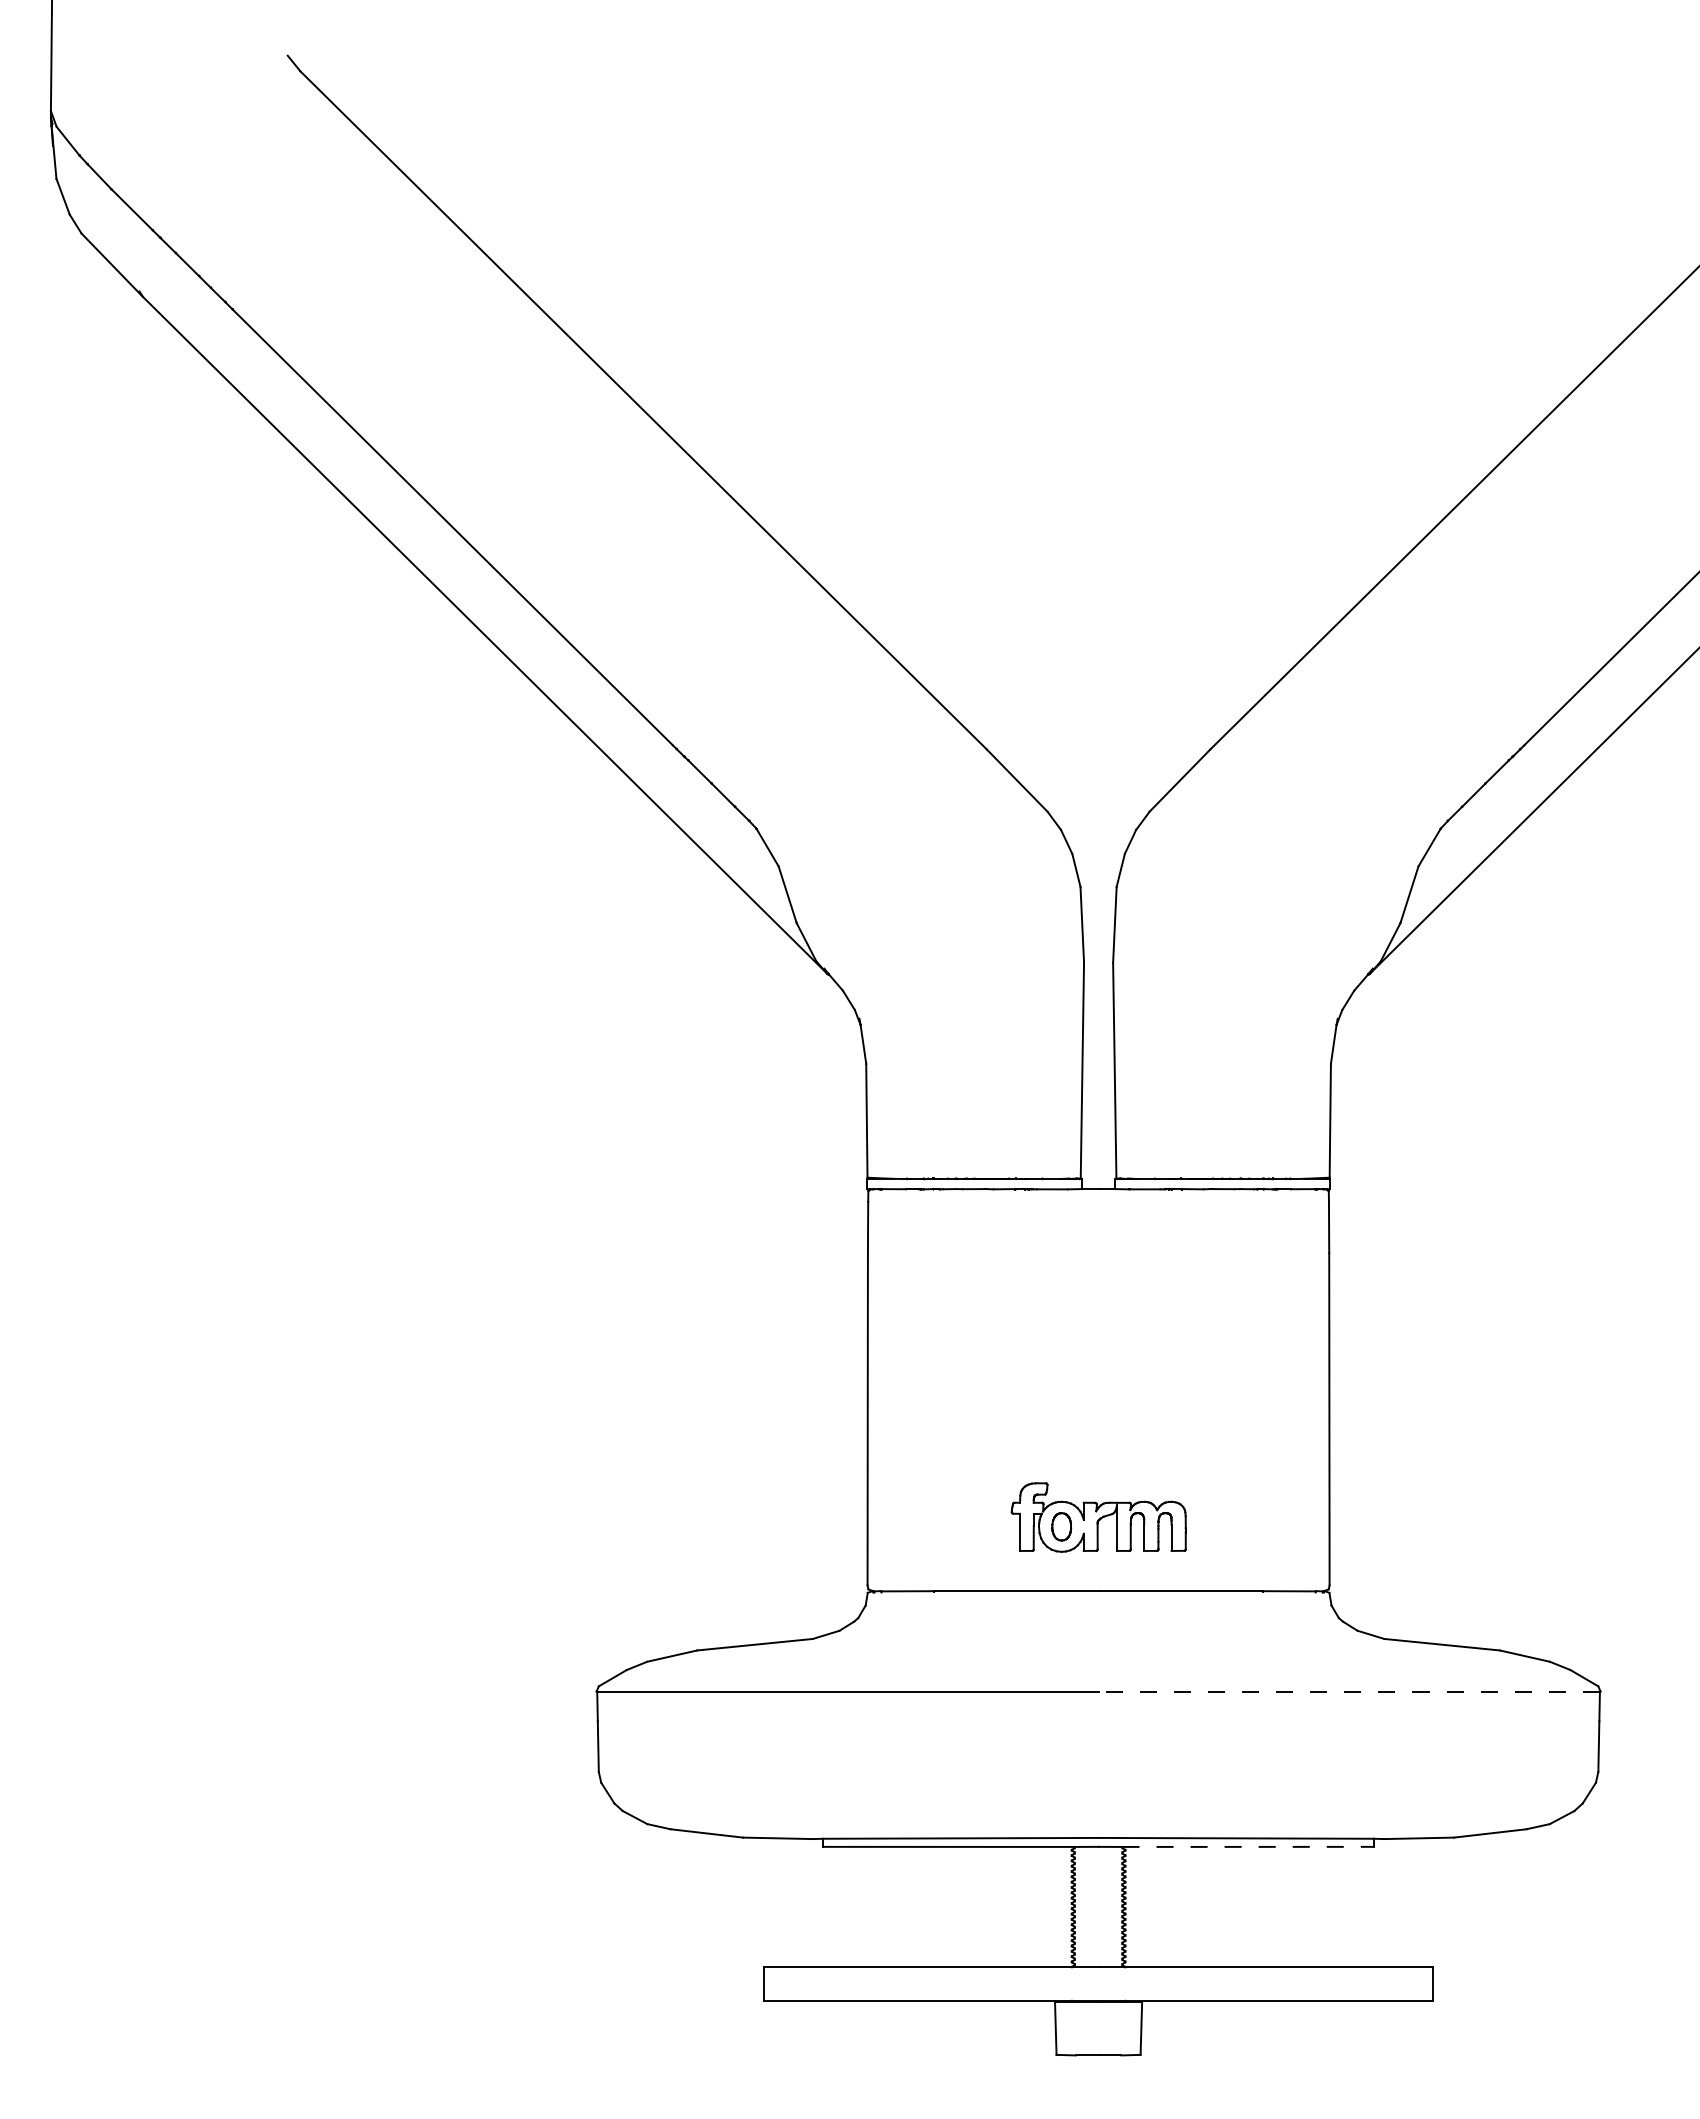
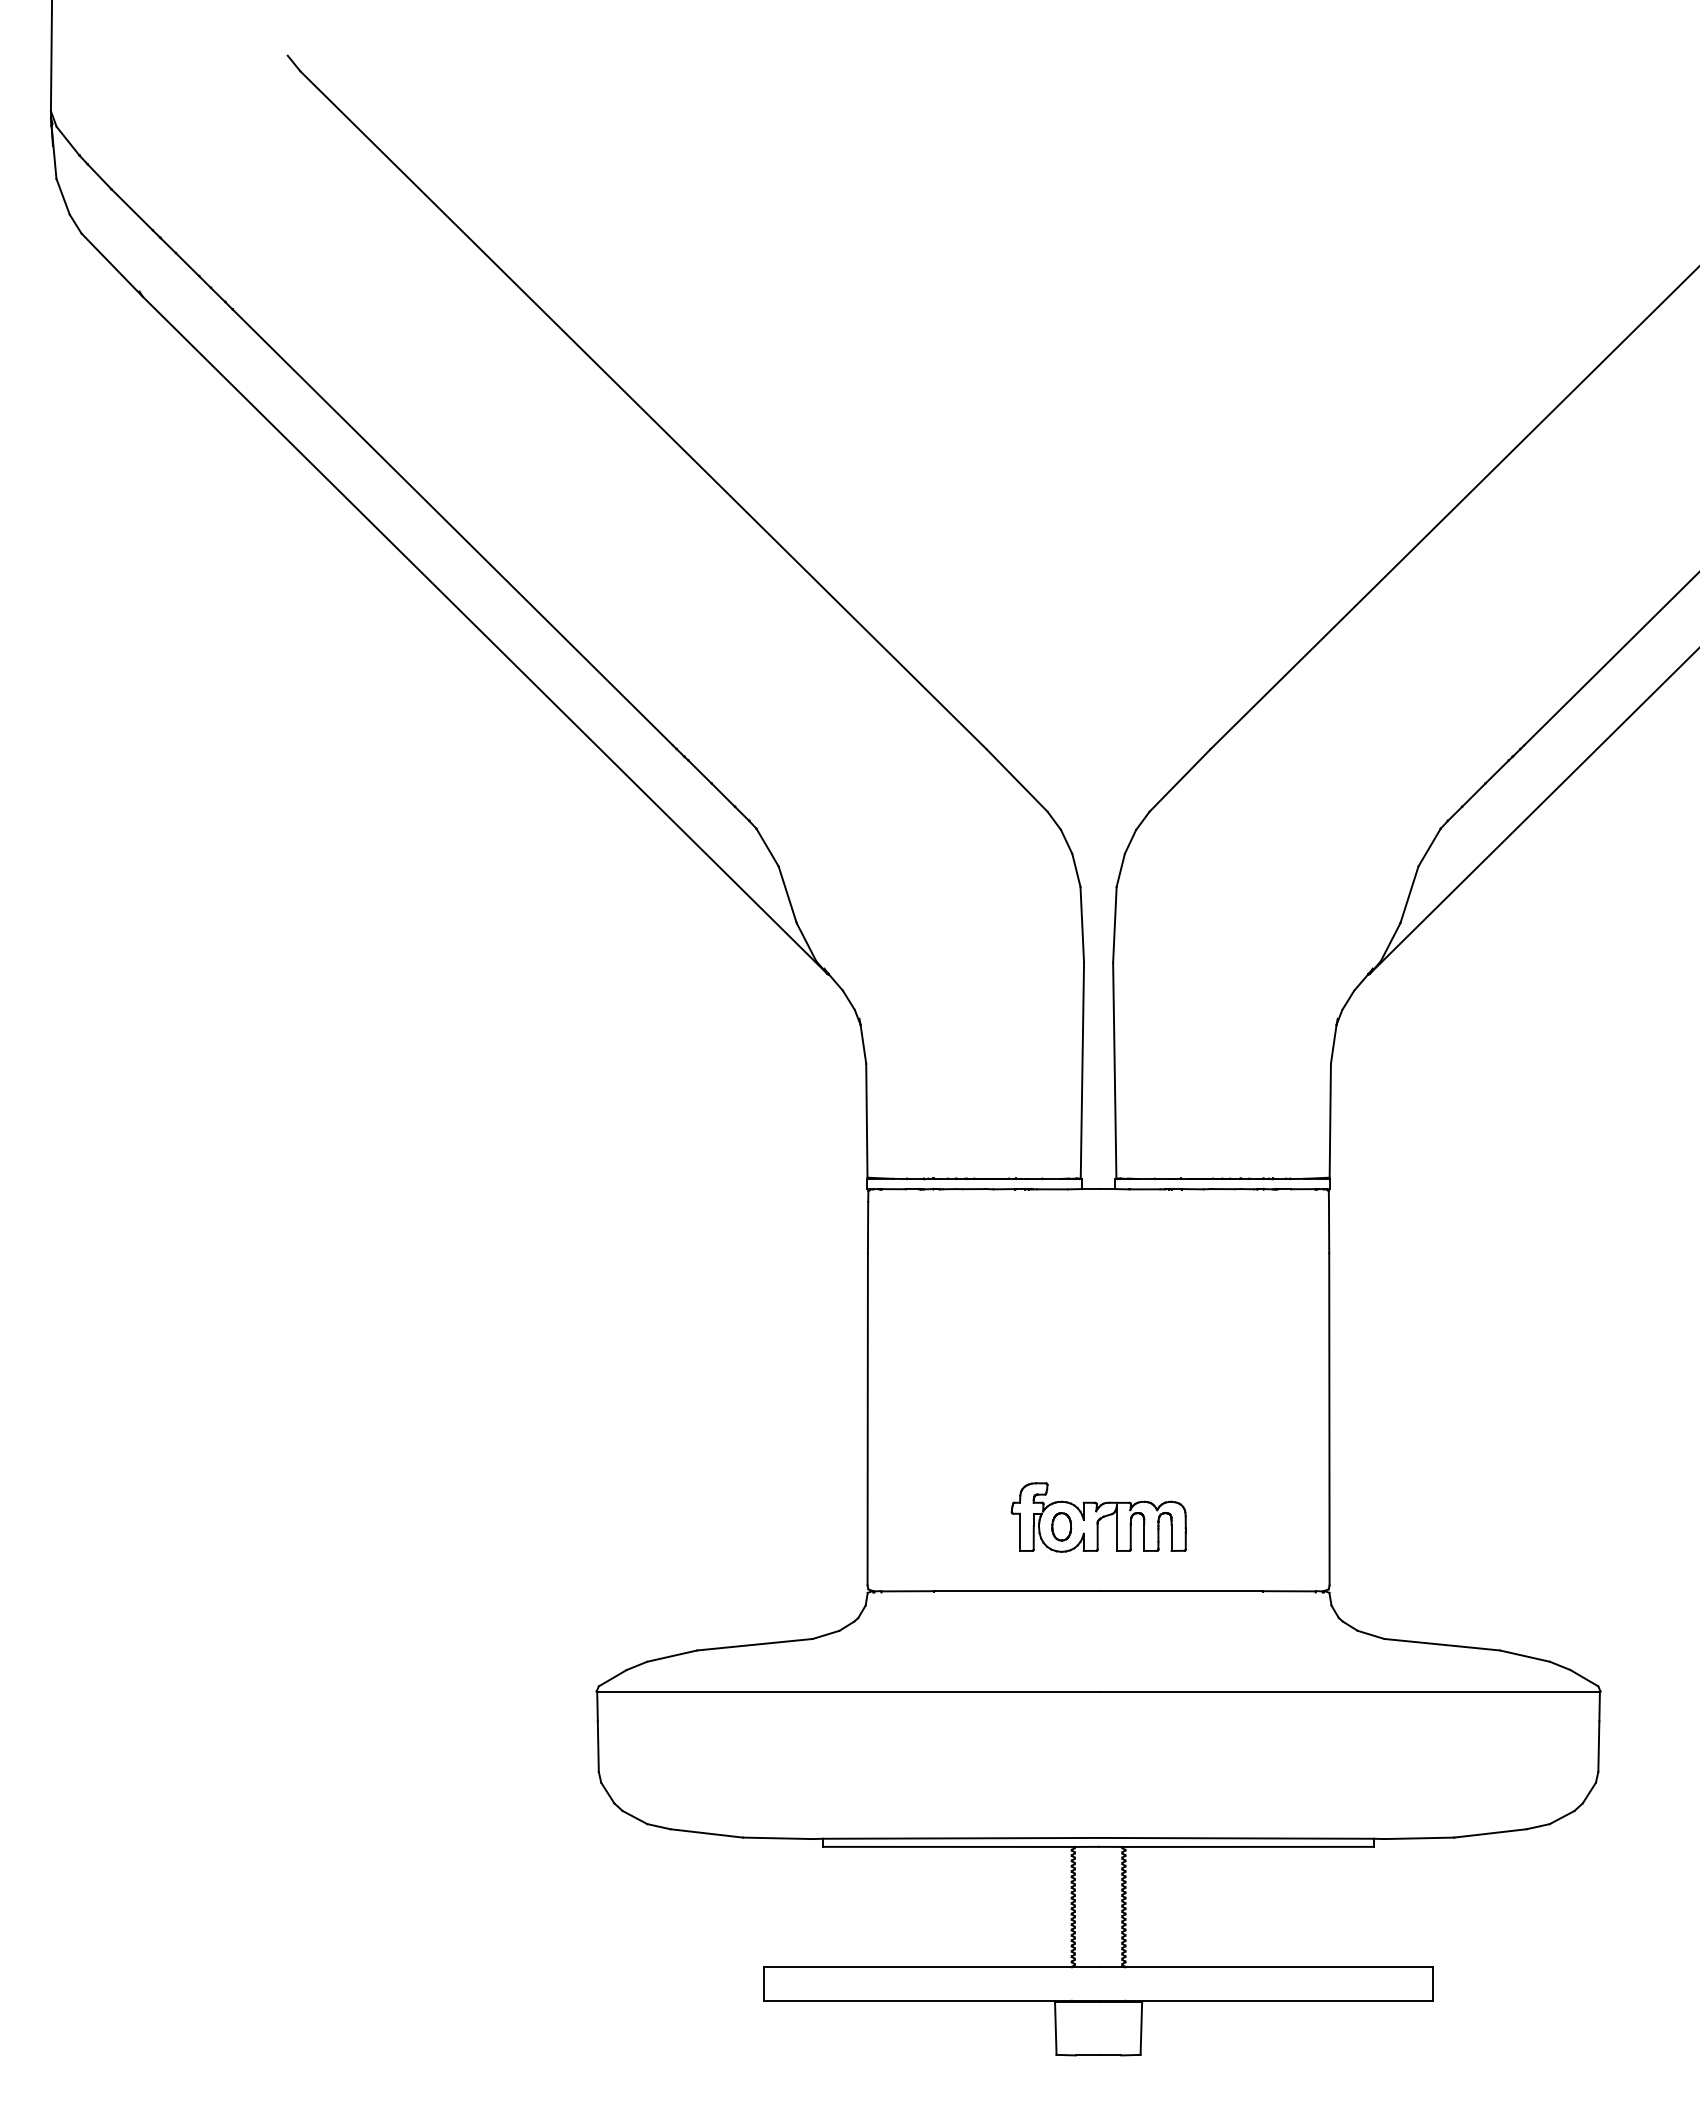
line at (1349, 1691): dashed -> solid
line at (1248, 1846): dashed -> solid
